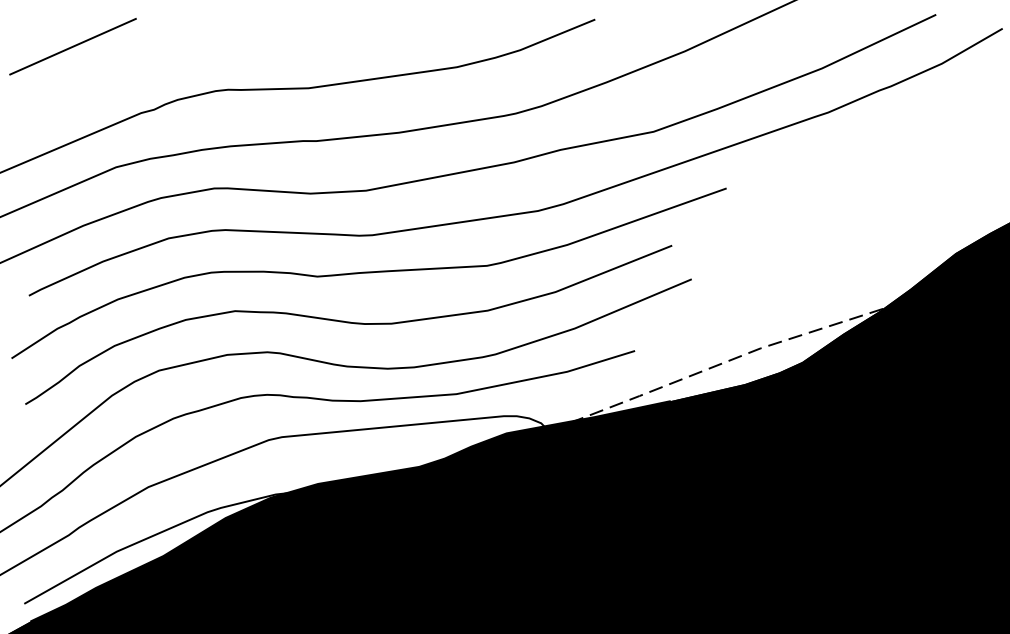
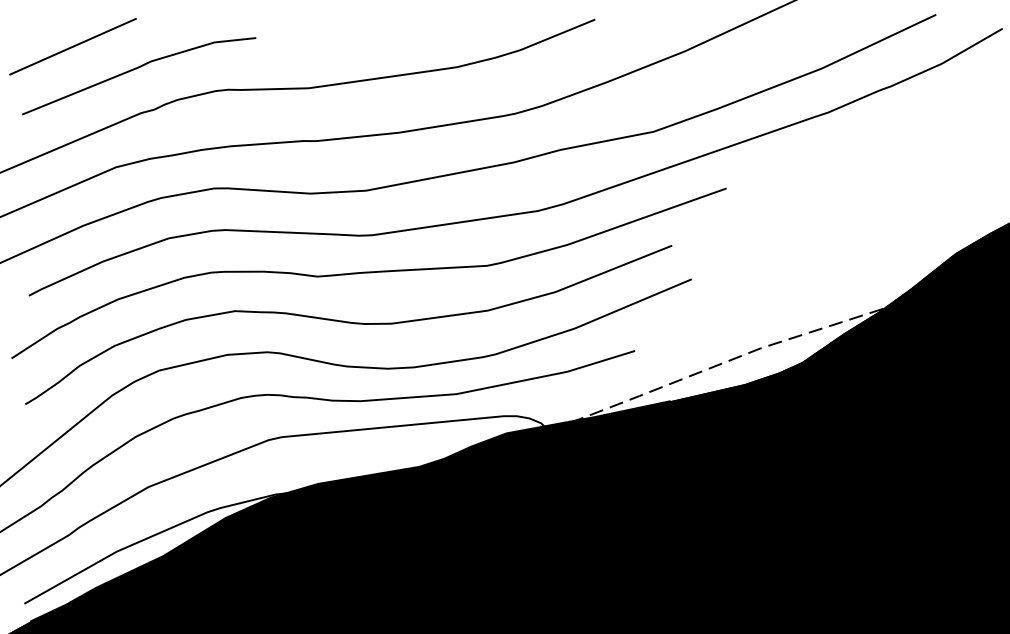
line at (136, 69): none -> present
